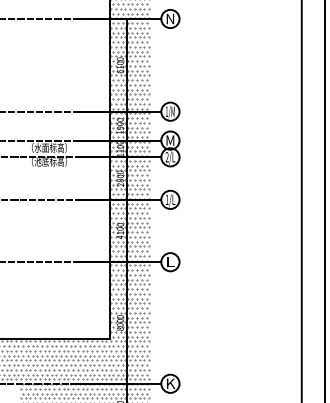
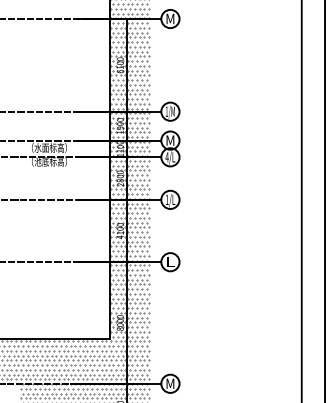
text at (170, 18): N -> M
text at (166, 157): 2/L -> 4/L
text at (170, 383): K -> M
